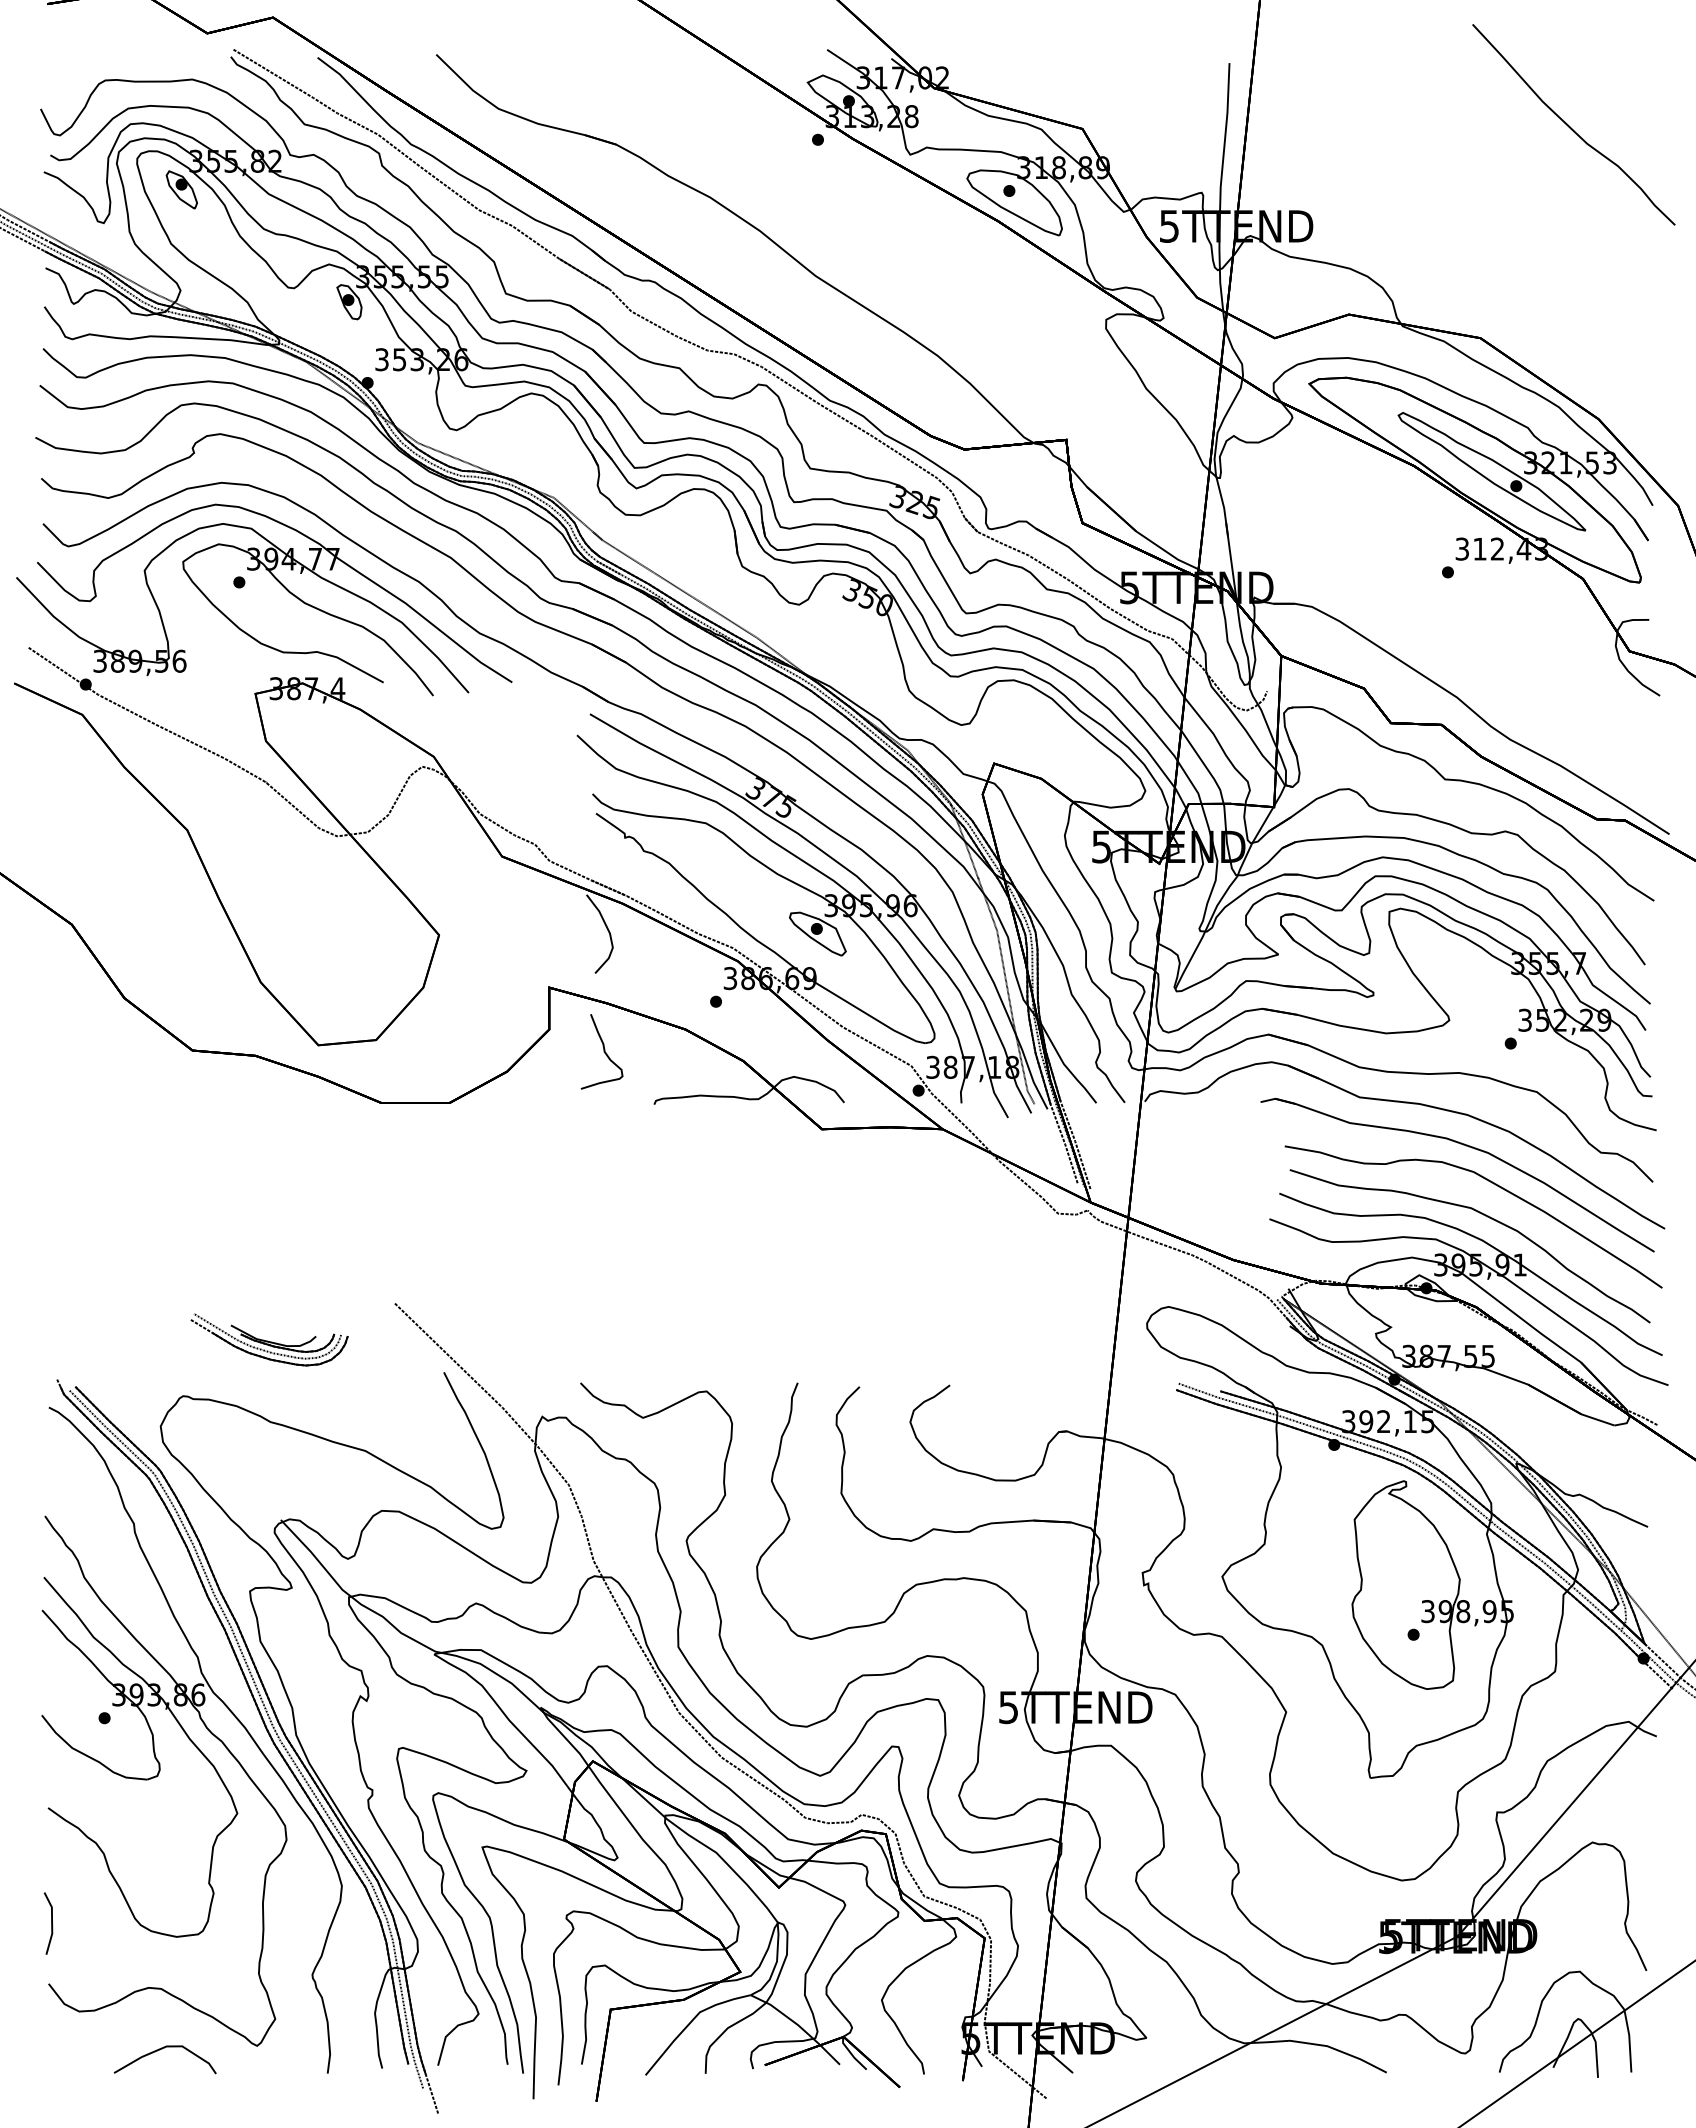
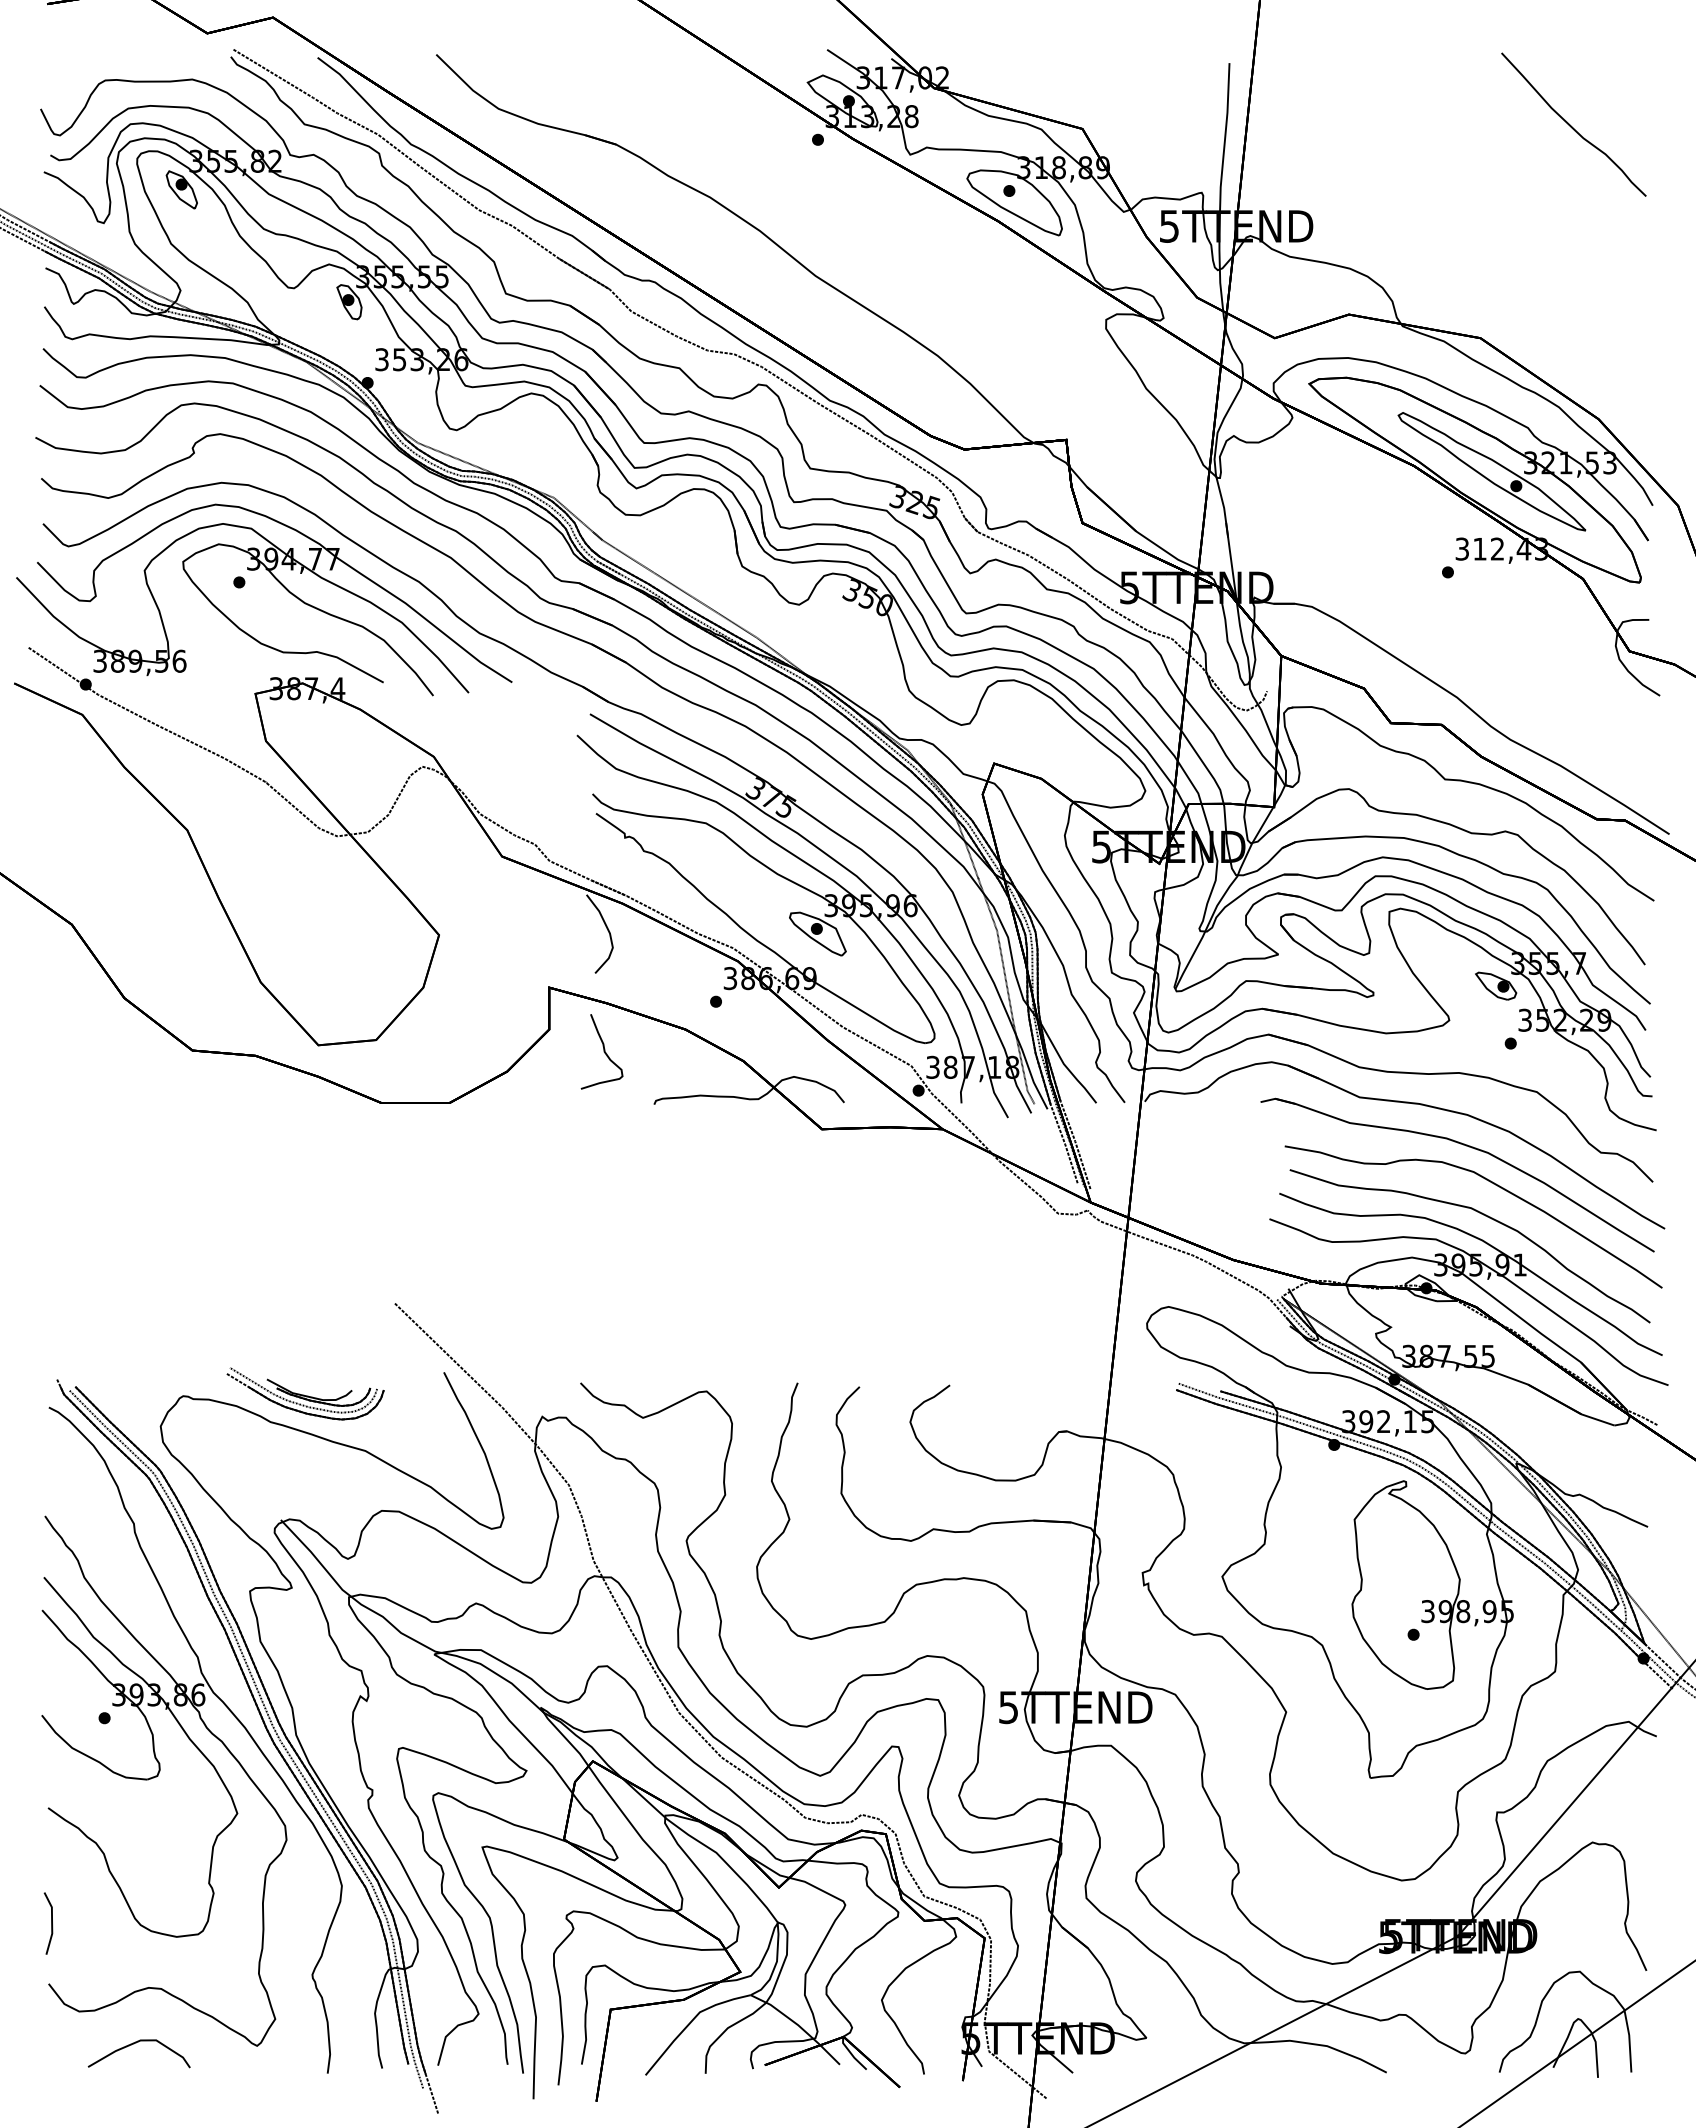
part at (1573, 124) size: 204x202 px -> 146x145 px
part at (1496, 985): none -> present
part at (269, 1339) position: (269, 1339) -> (305, 1393)
curve at (160, 2050) position: (160, 2050) -> (134, 2044)
